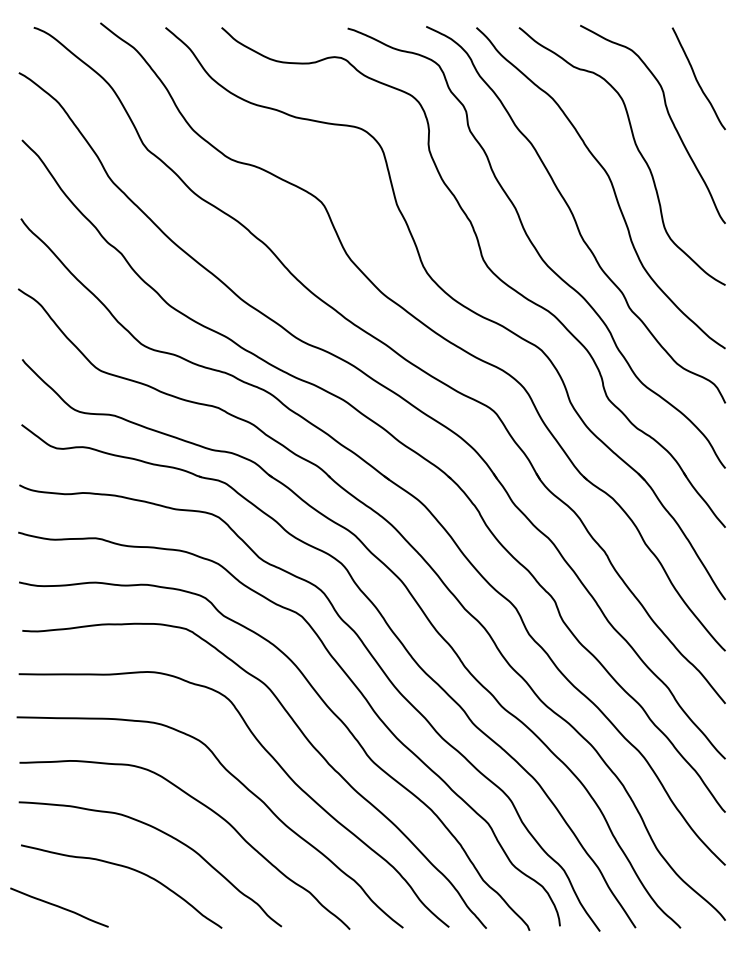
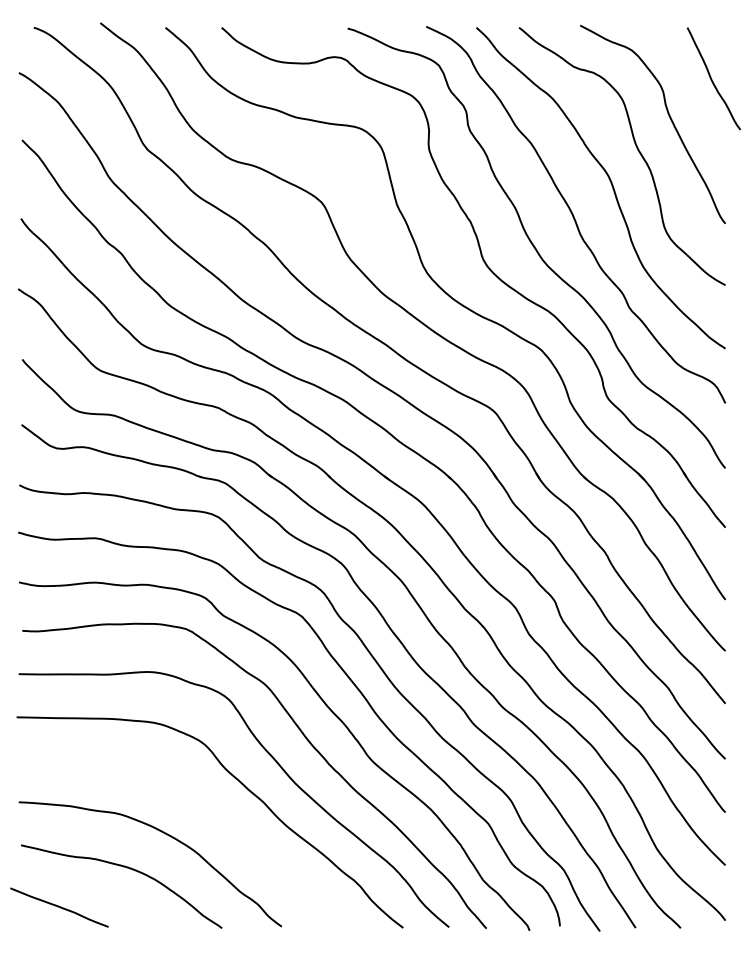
curve at (697, 79) position: (697, 79) -> (712, 79)
curve at (208, 809): present -> none
